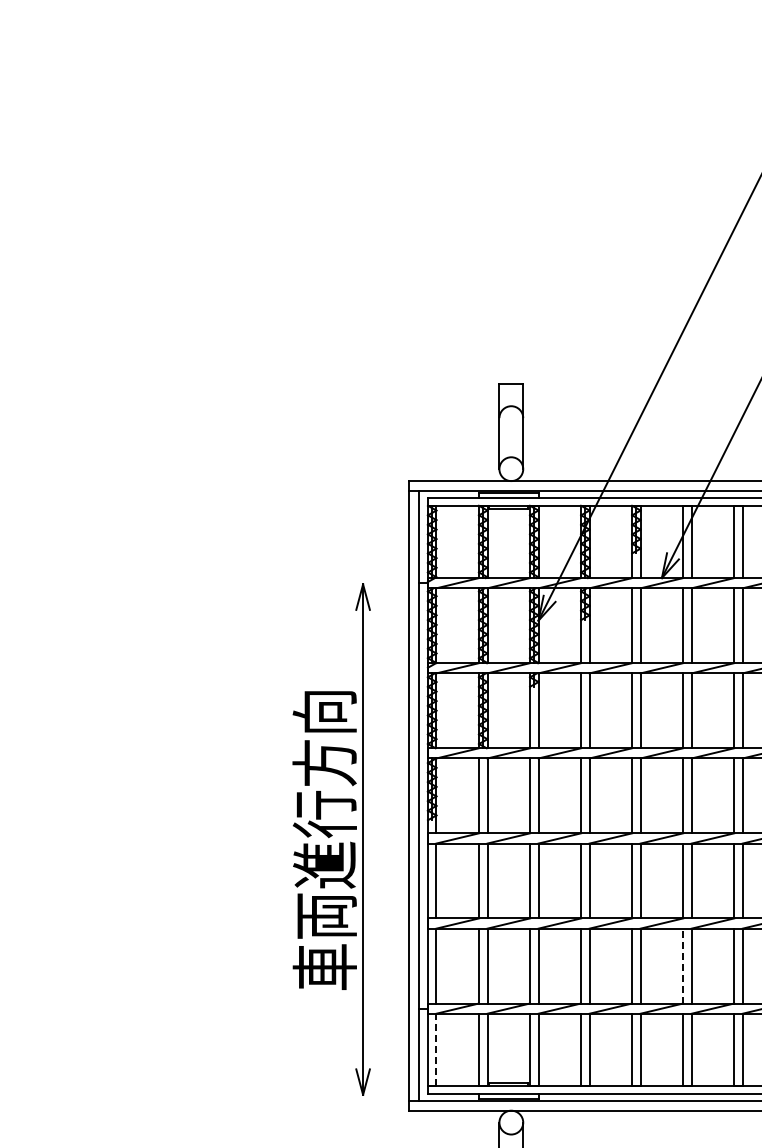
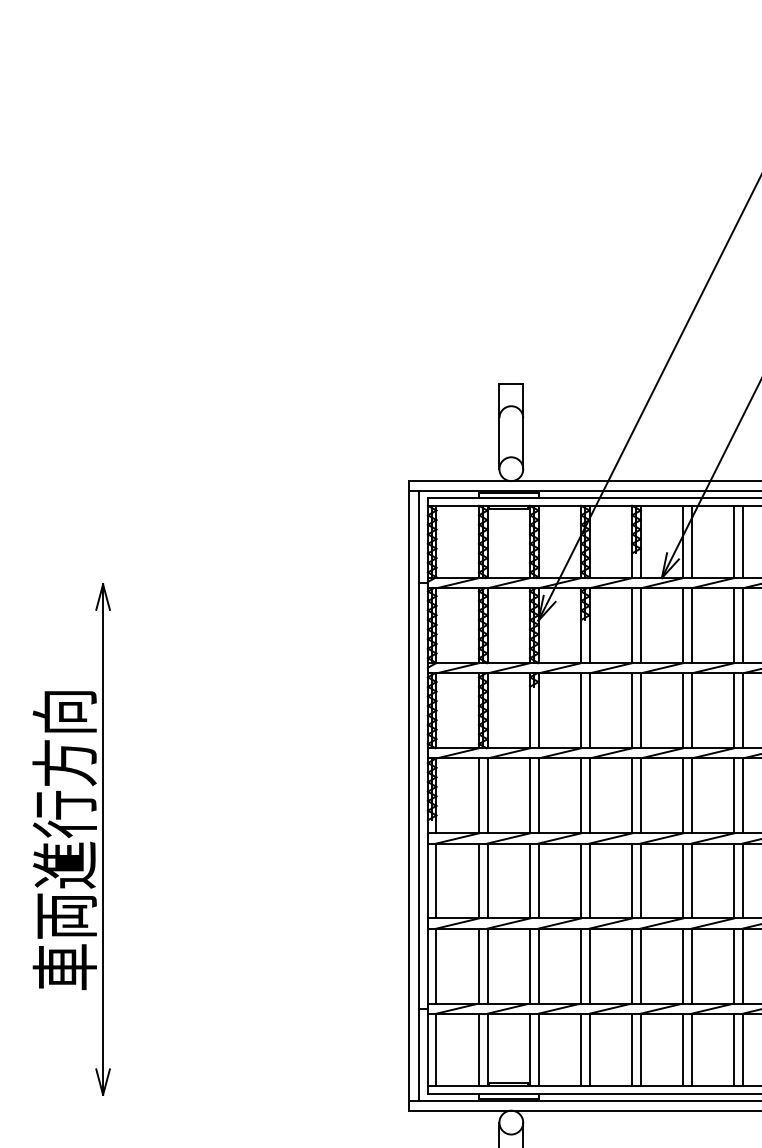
part at (331, 839) position: (331, 839) -> (71, 839)
line at (683, 965): dashed -> solid
line at (436, 1049): dashed -> solid
